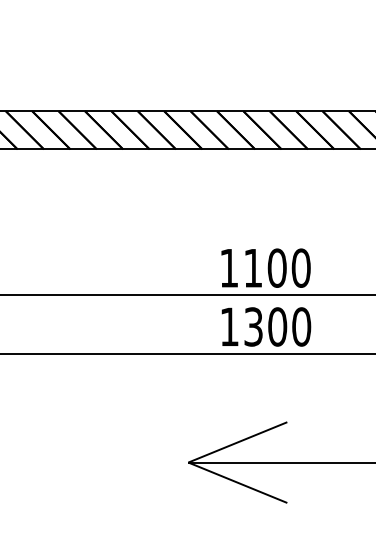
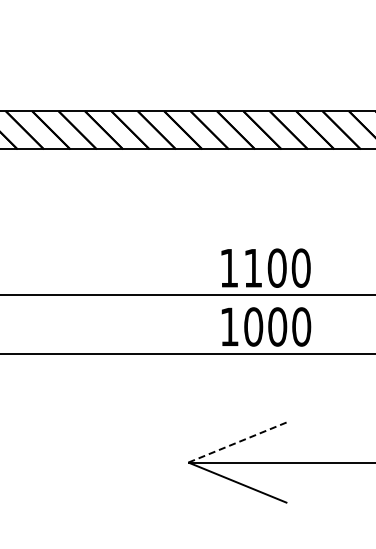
text at (253, 326): 1300 -> 1000
line at (238, 442): solid -> dashed
